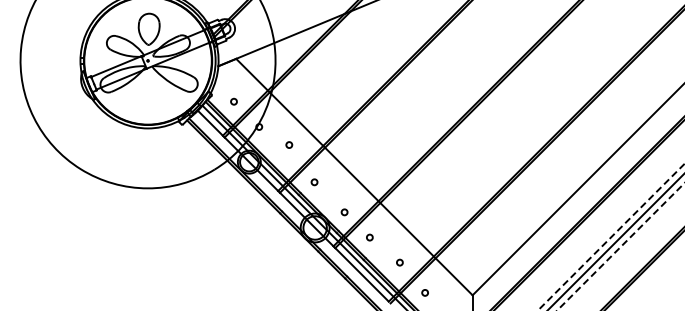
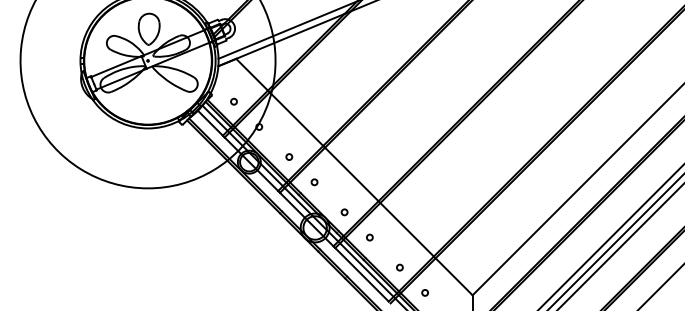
line at (286, 30): none -> present
circle at (289, 144) position: (289, 144) -> (289, 156)
line at (611, 237): dashed -> solid
line at (620, 246): dashed -> solid
circle at (399, 262) position: (399, 262) -> (399, 267)
line at (660, 286): none -> present
